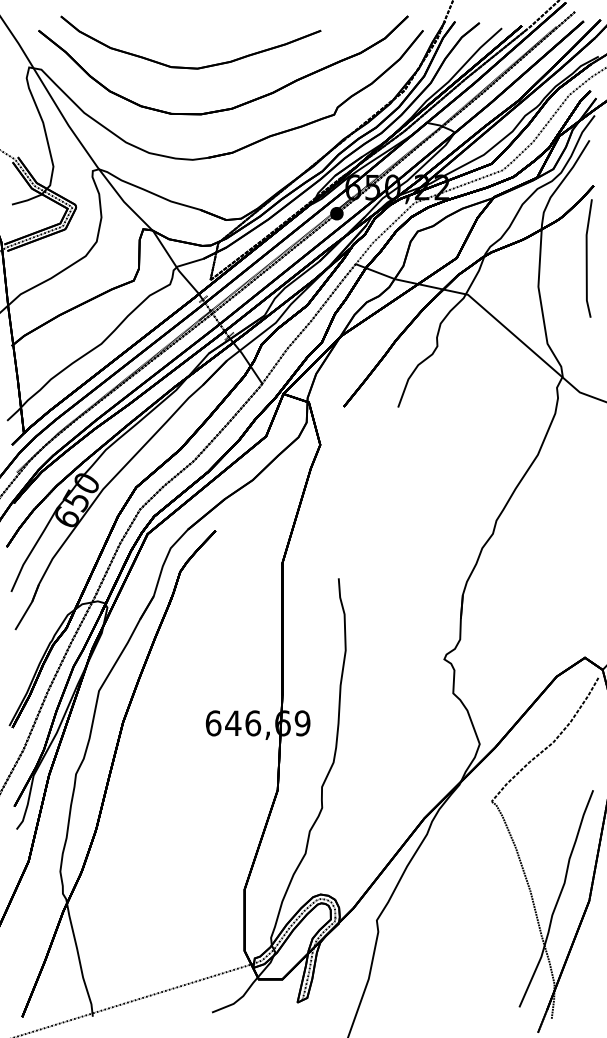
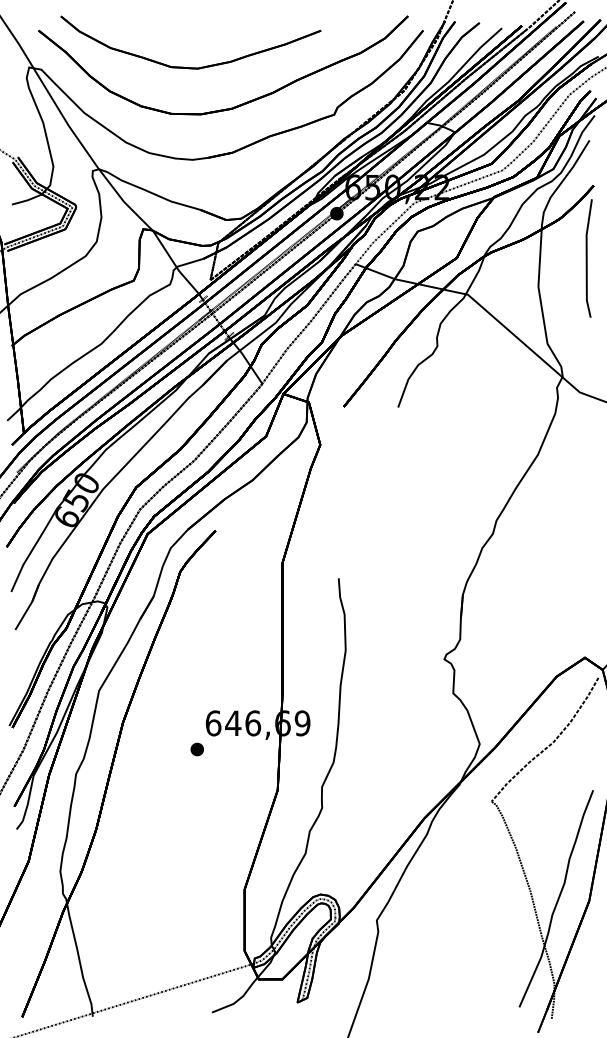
part at (196, 749): none -> present
